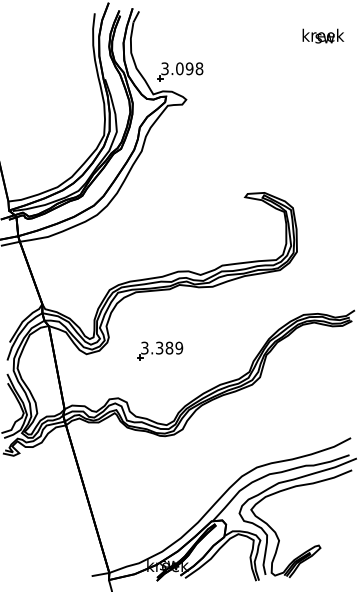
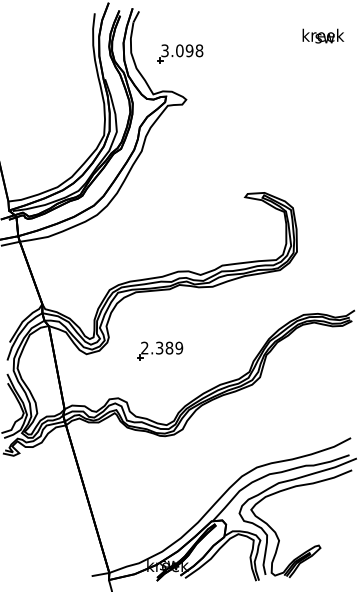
part at (180, 71) position: (180, 71) -> (180, 53)
text at (144, 348): 3.389 -> 2.389
